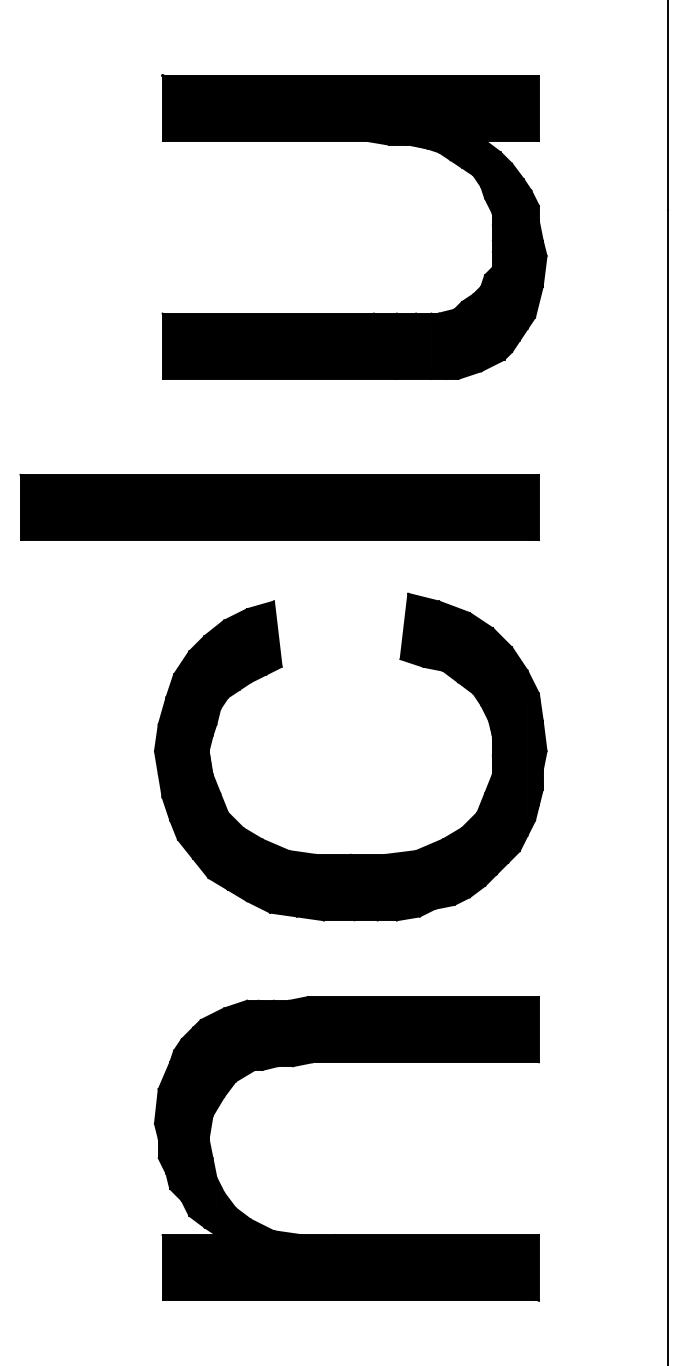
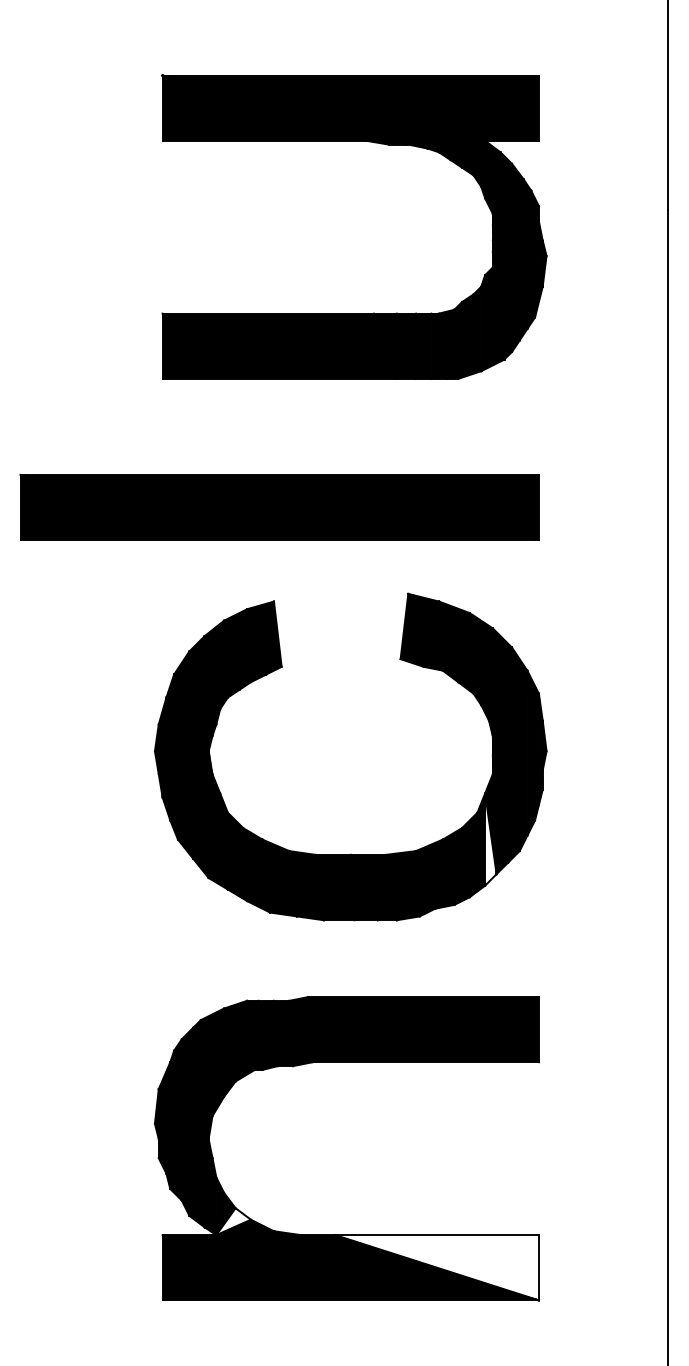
fill at (490, 839): present -> none
fill at (233, 1221): present -> none
fill at (436, 1267): present -> none
